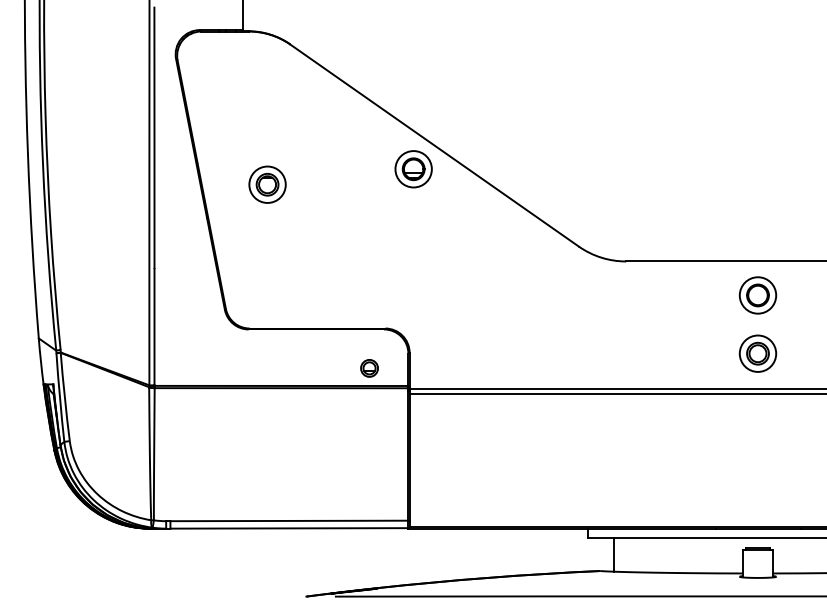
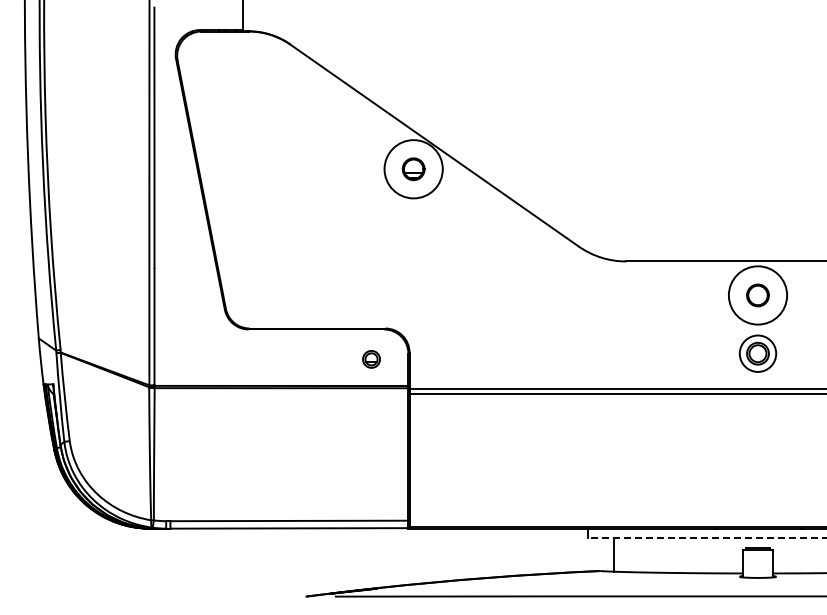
circle at (413, 169) diameter: 36 px -> 58 px
part at (267, 184): present -> none
circle at (757, 295) diameter: 36 px -> 58 px
part at (369, 368) position: (369, 368) -> (371, 359)
line at (707, 538): solid -> dashed
